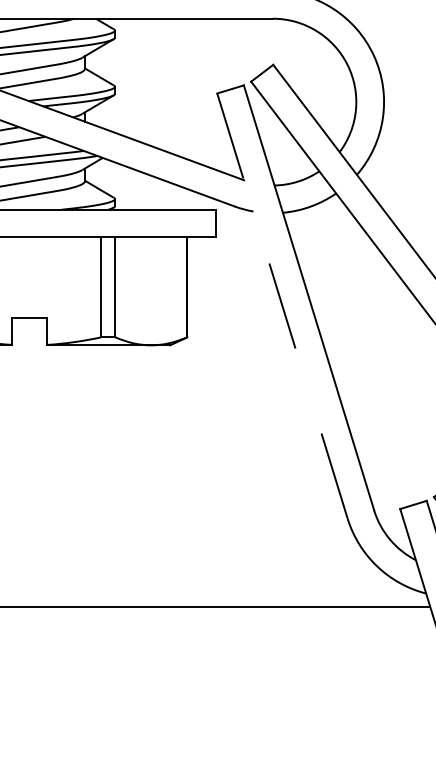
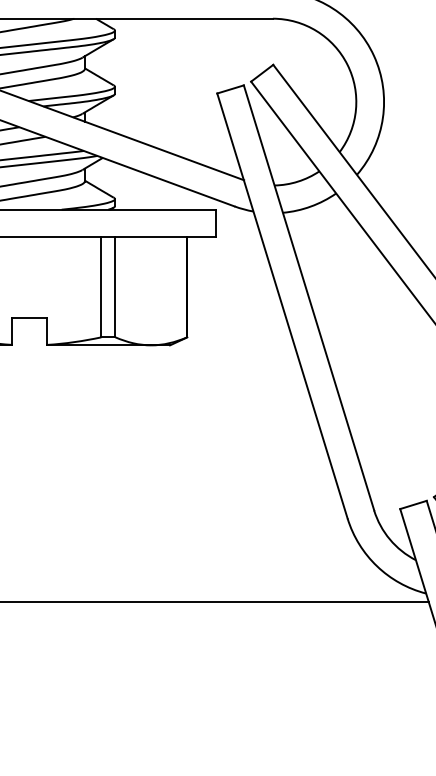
line at (282, 306): dashed -> solid
line at (215, 607) position: (215, 607) -> (215, 602)
